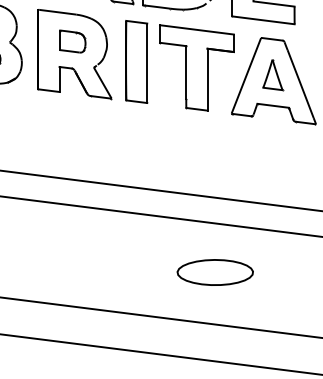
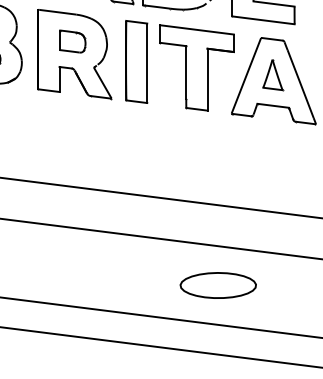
line at (160, 190) position: (160, 190) -> (160, 197)
line at (160, 216) position: (160, 216) -> (160, 238)
part at (214, 272) position: (214, 272) -> (217, 285)
line at (160, 354) position: (160, 354) -> (160, 347)
